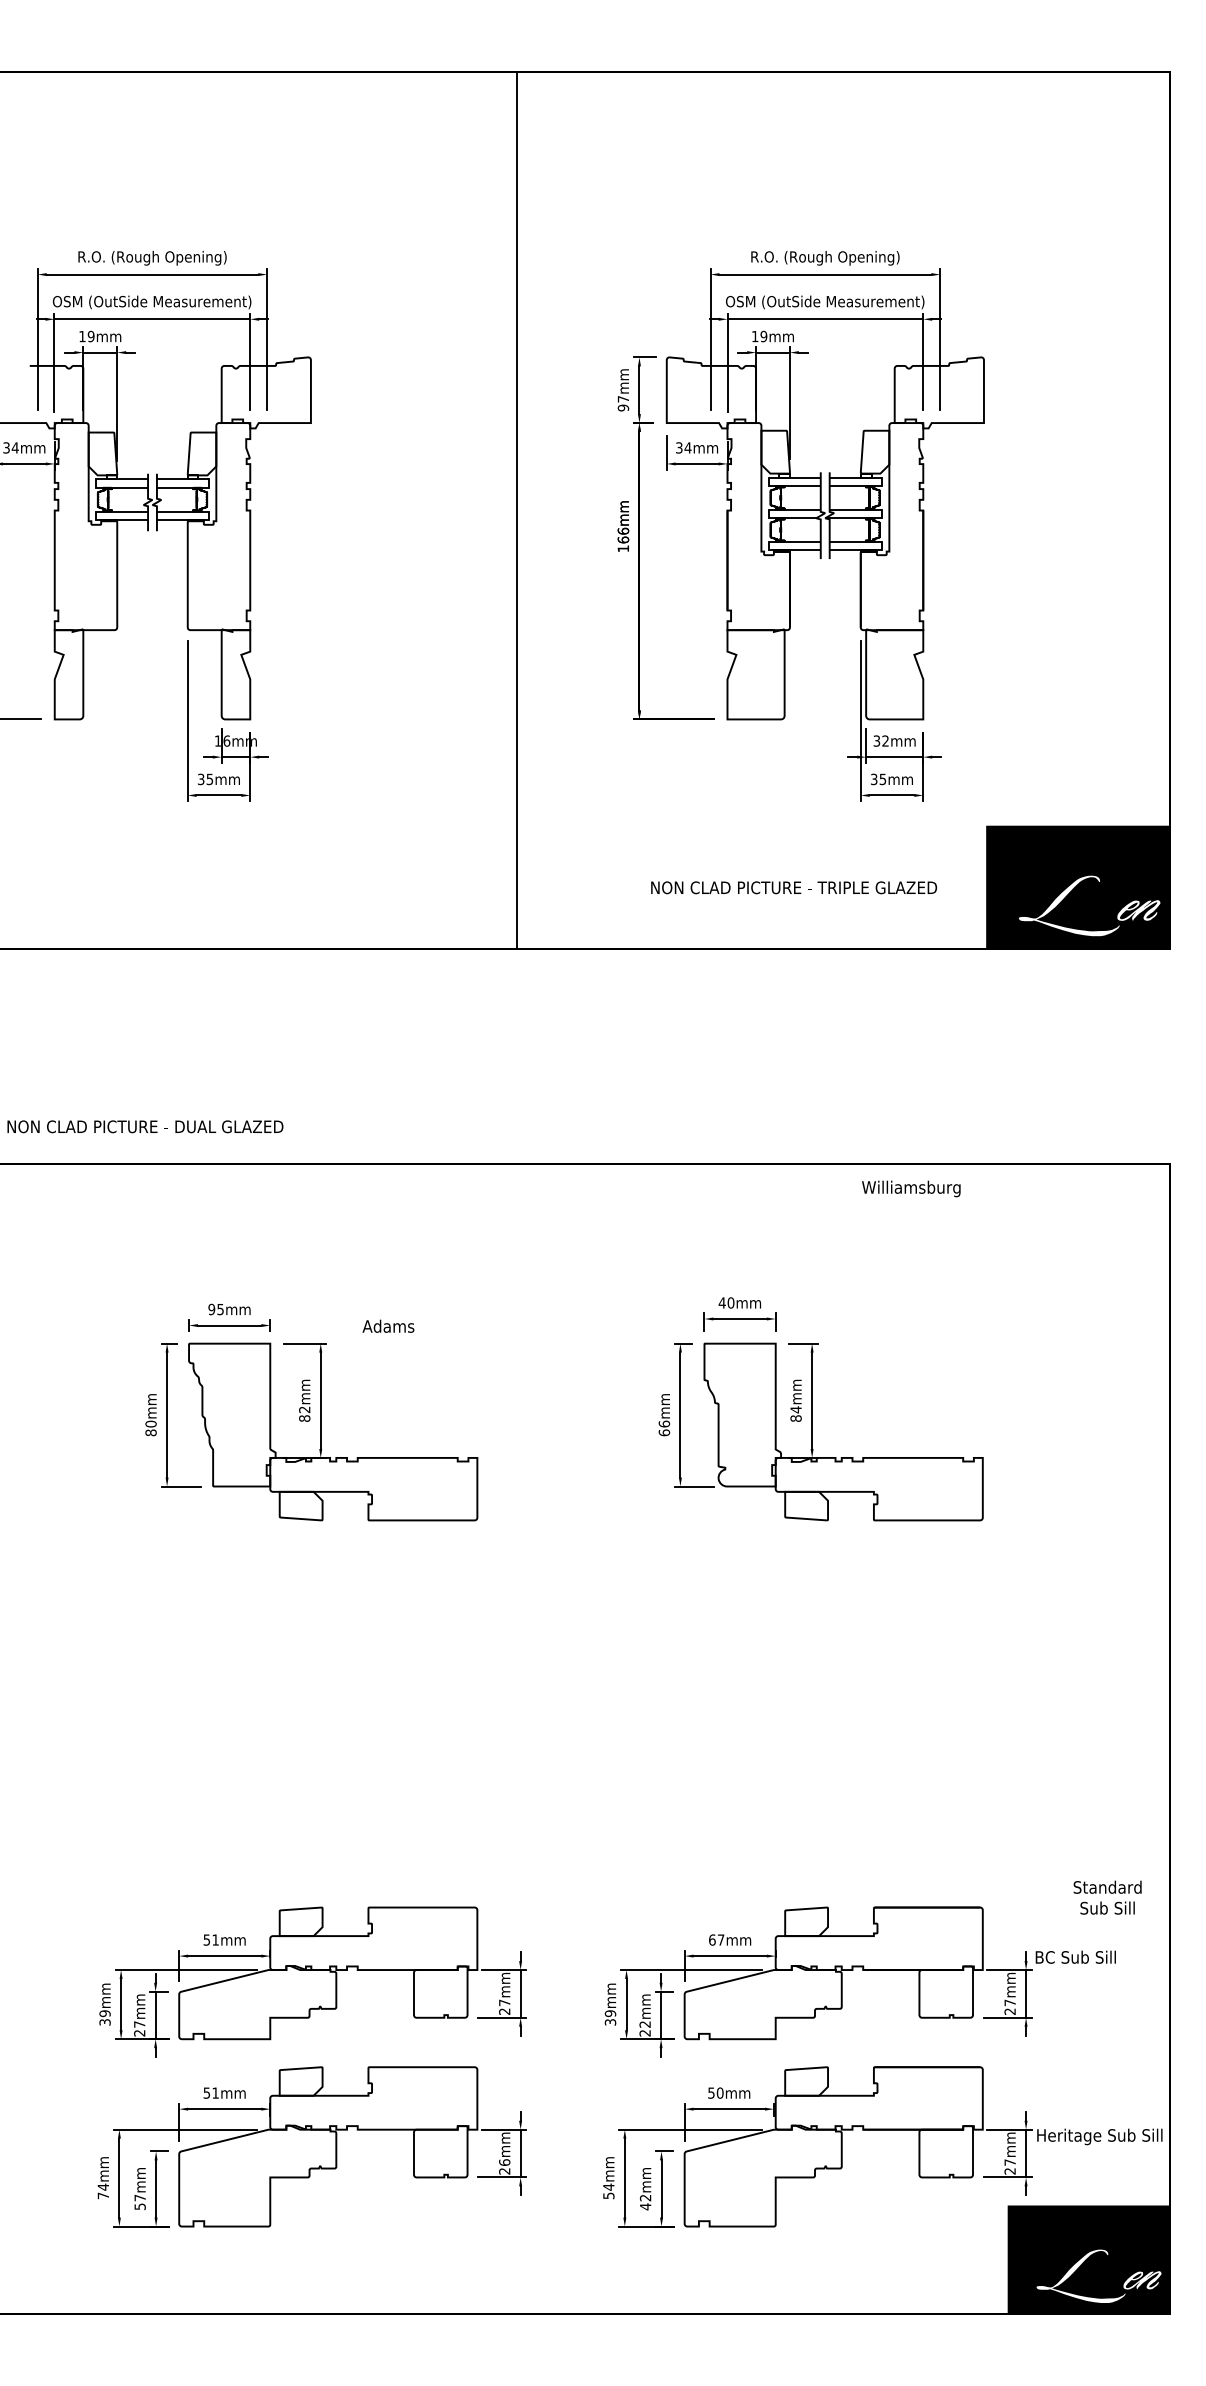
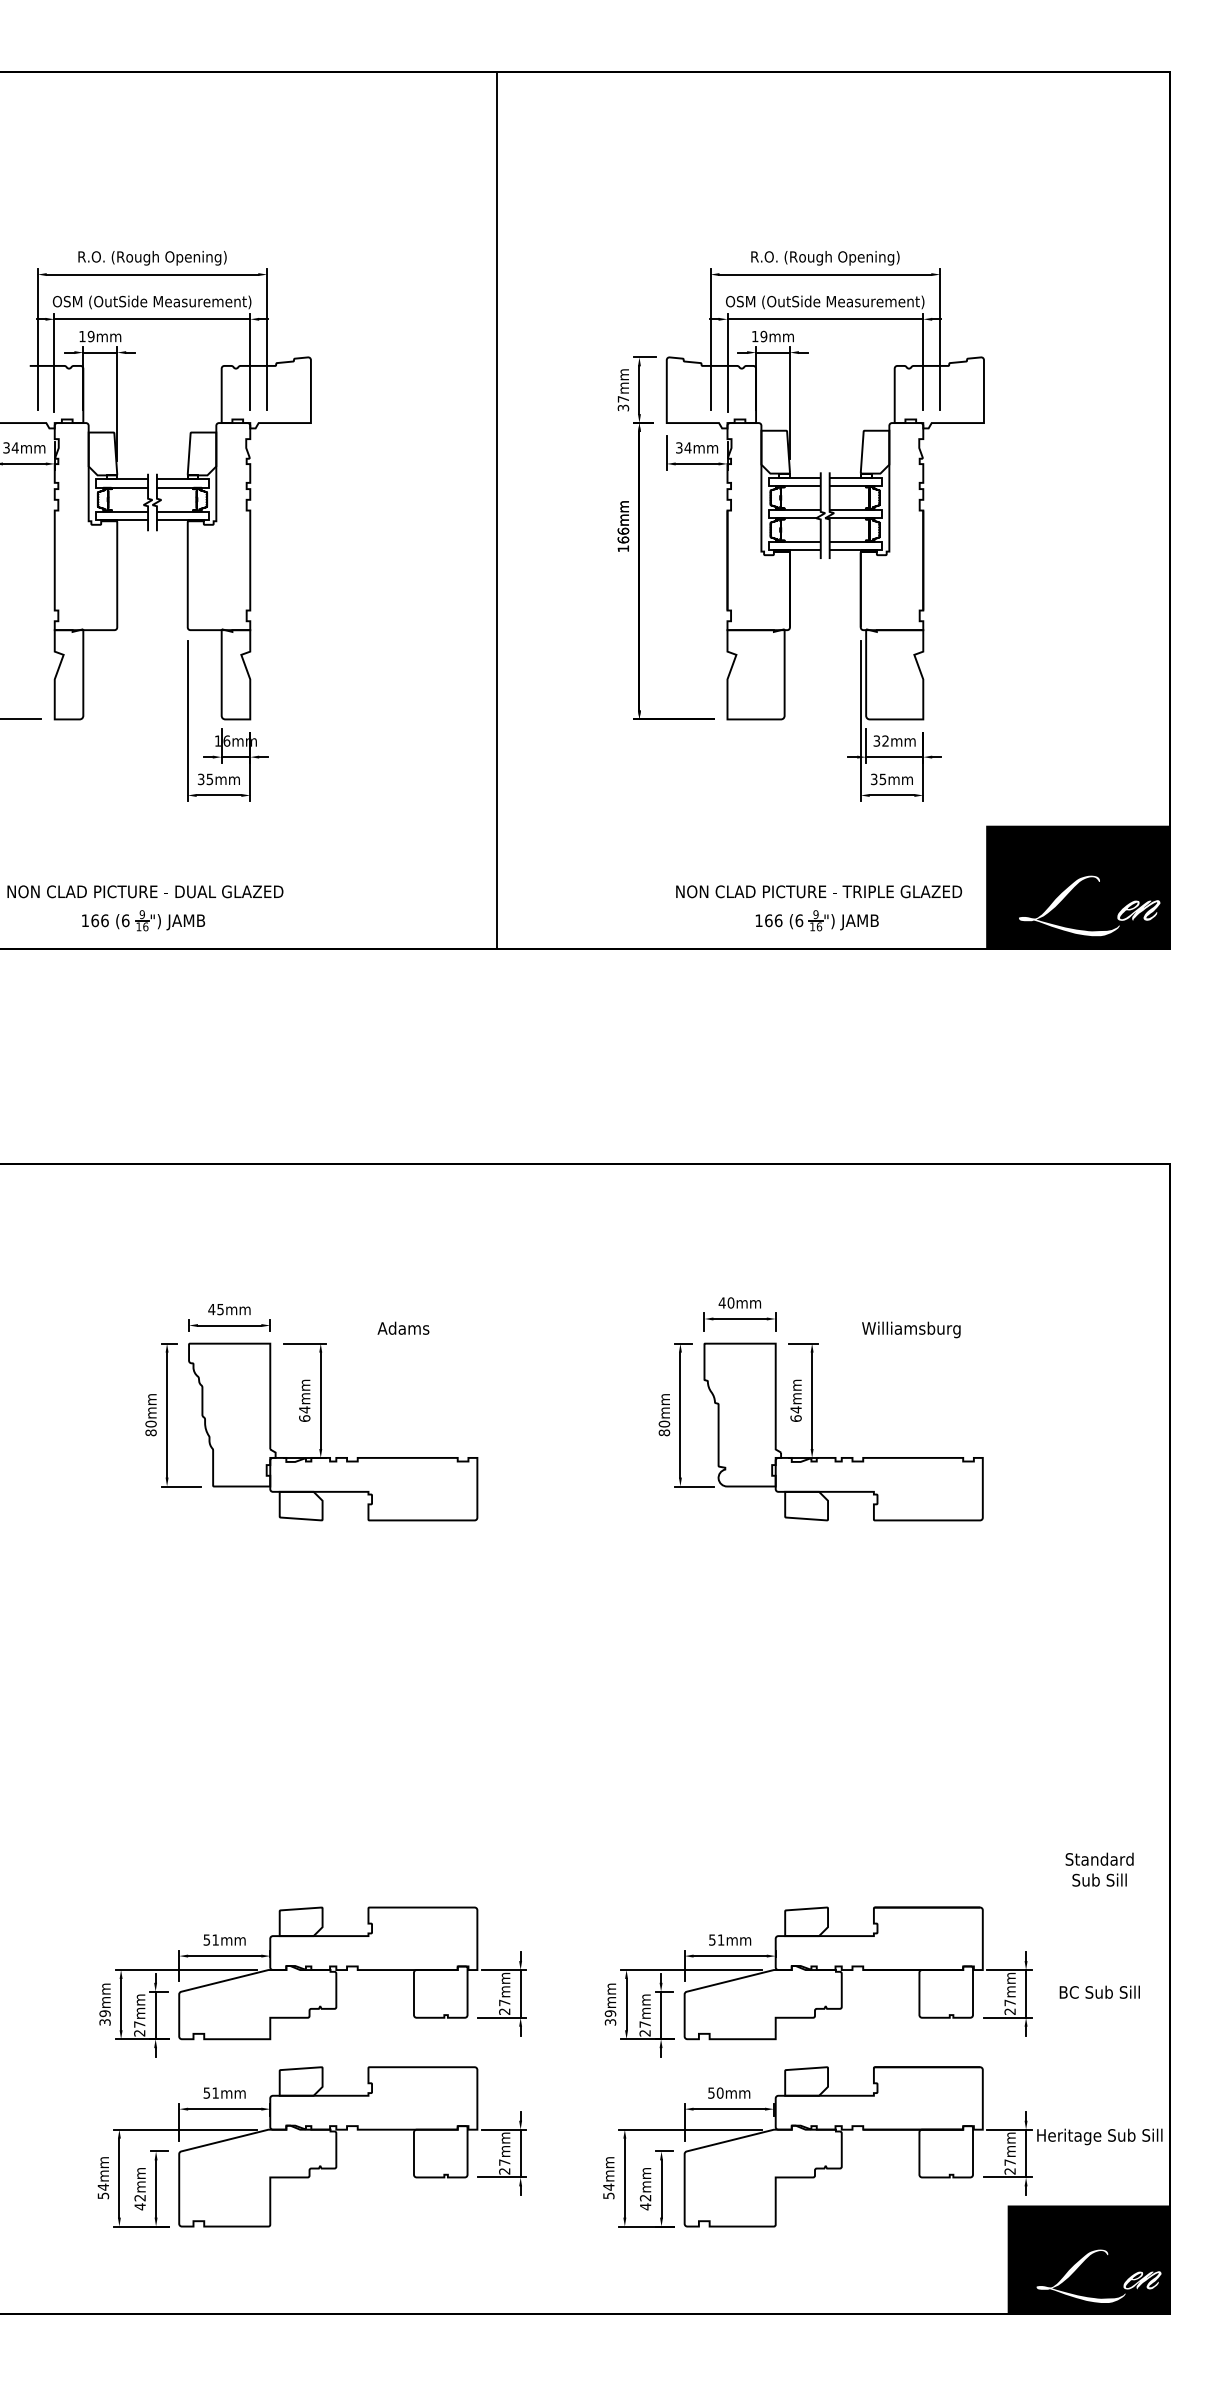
text at (622, 407): 97mm -> 37mm
line at (516, 510) position: (516, 510) -> (496, 510)
text at (794, 887) position: (794, 887) -> (819, 891)
part at (143, 920): none -> present
part at (816, 920): none -> present
text at (145, 1126) position: (145, 1126) -> (145, 891)
text at (911, 1188) position: (911, 1188) -> (911, 1329)
text at (211, 1309): 95mm -> 45mm
text at (388, 1325) position: (388, 1325) -> (403, 1327)
text at (304, 1413): 82mm -> 64mm
text at (795, 1418): 84mm -> 64mm
text at (663, 1428): 66mm -> 80mm
text at (1107, 1897) position: (1107, 1897) -> (1099, 1869)
text at (716, 1939): 67mm -> 51mm
text at (1075, 1956) position: (1075, 1956) -> (1099, 1991)
text at (644, 2024): 22mm -> 27mm
text at (504, 2162): 26mm -> 27mm
text at (103, 2195): 74mm -> 54mm
text at (139, 2202): 57mm -> 42mm
